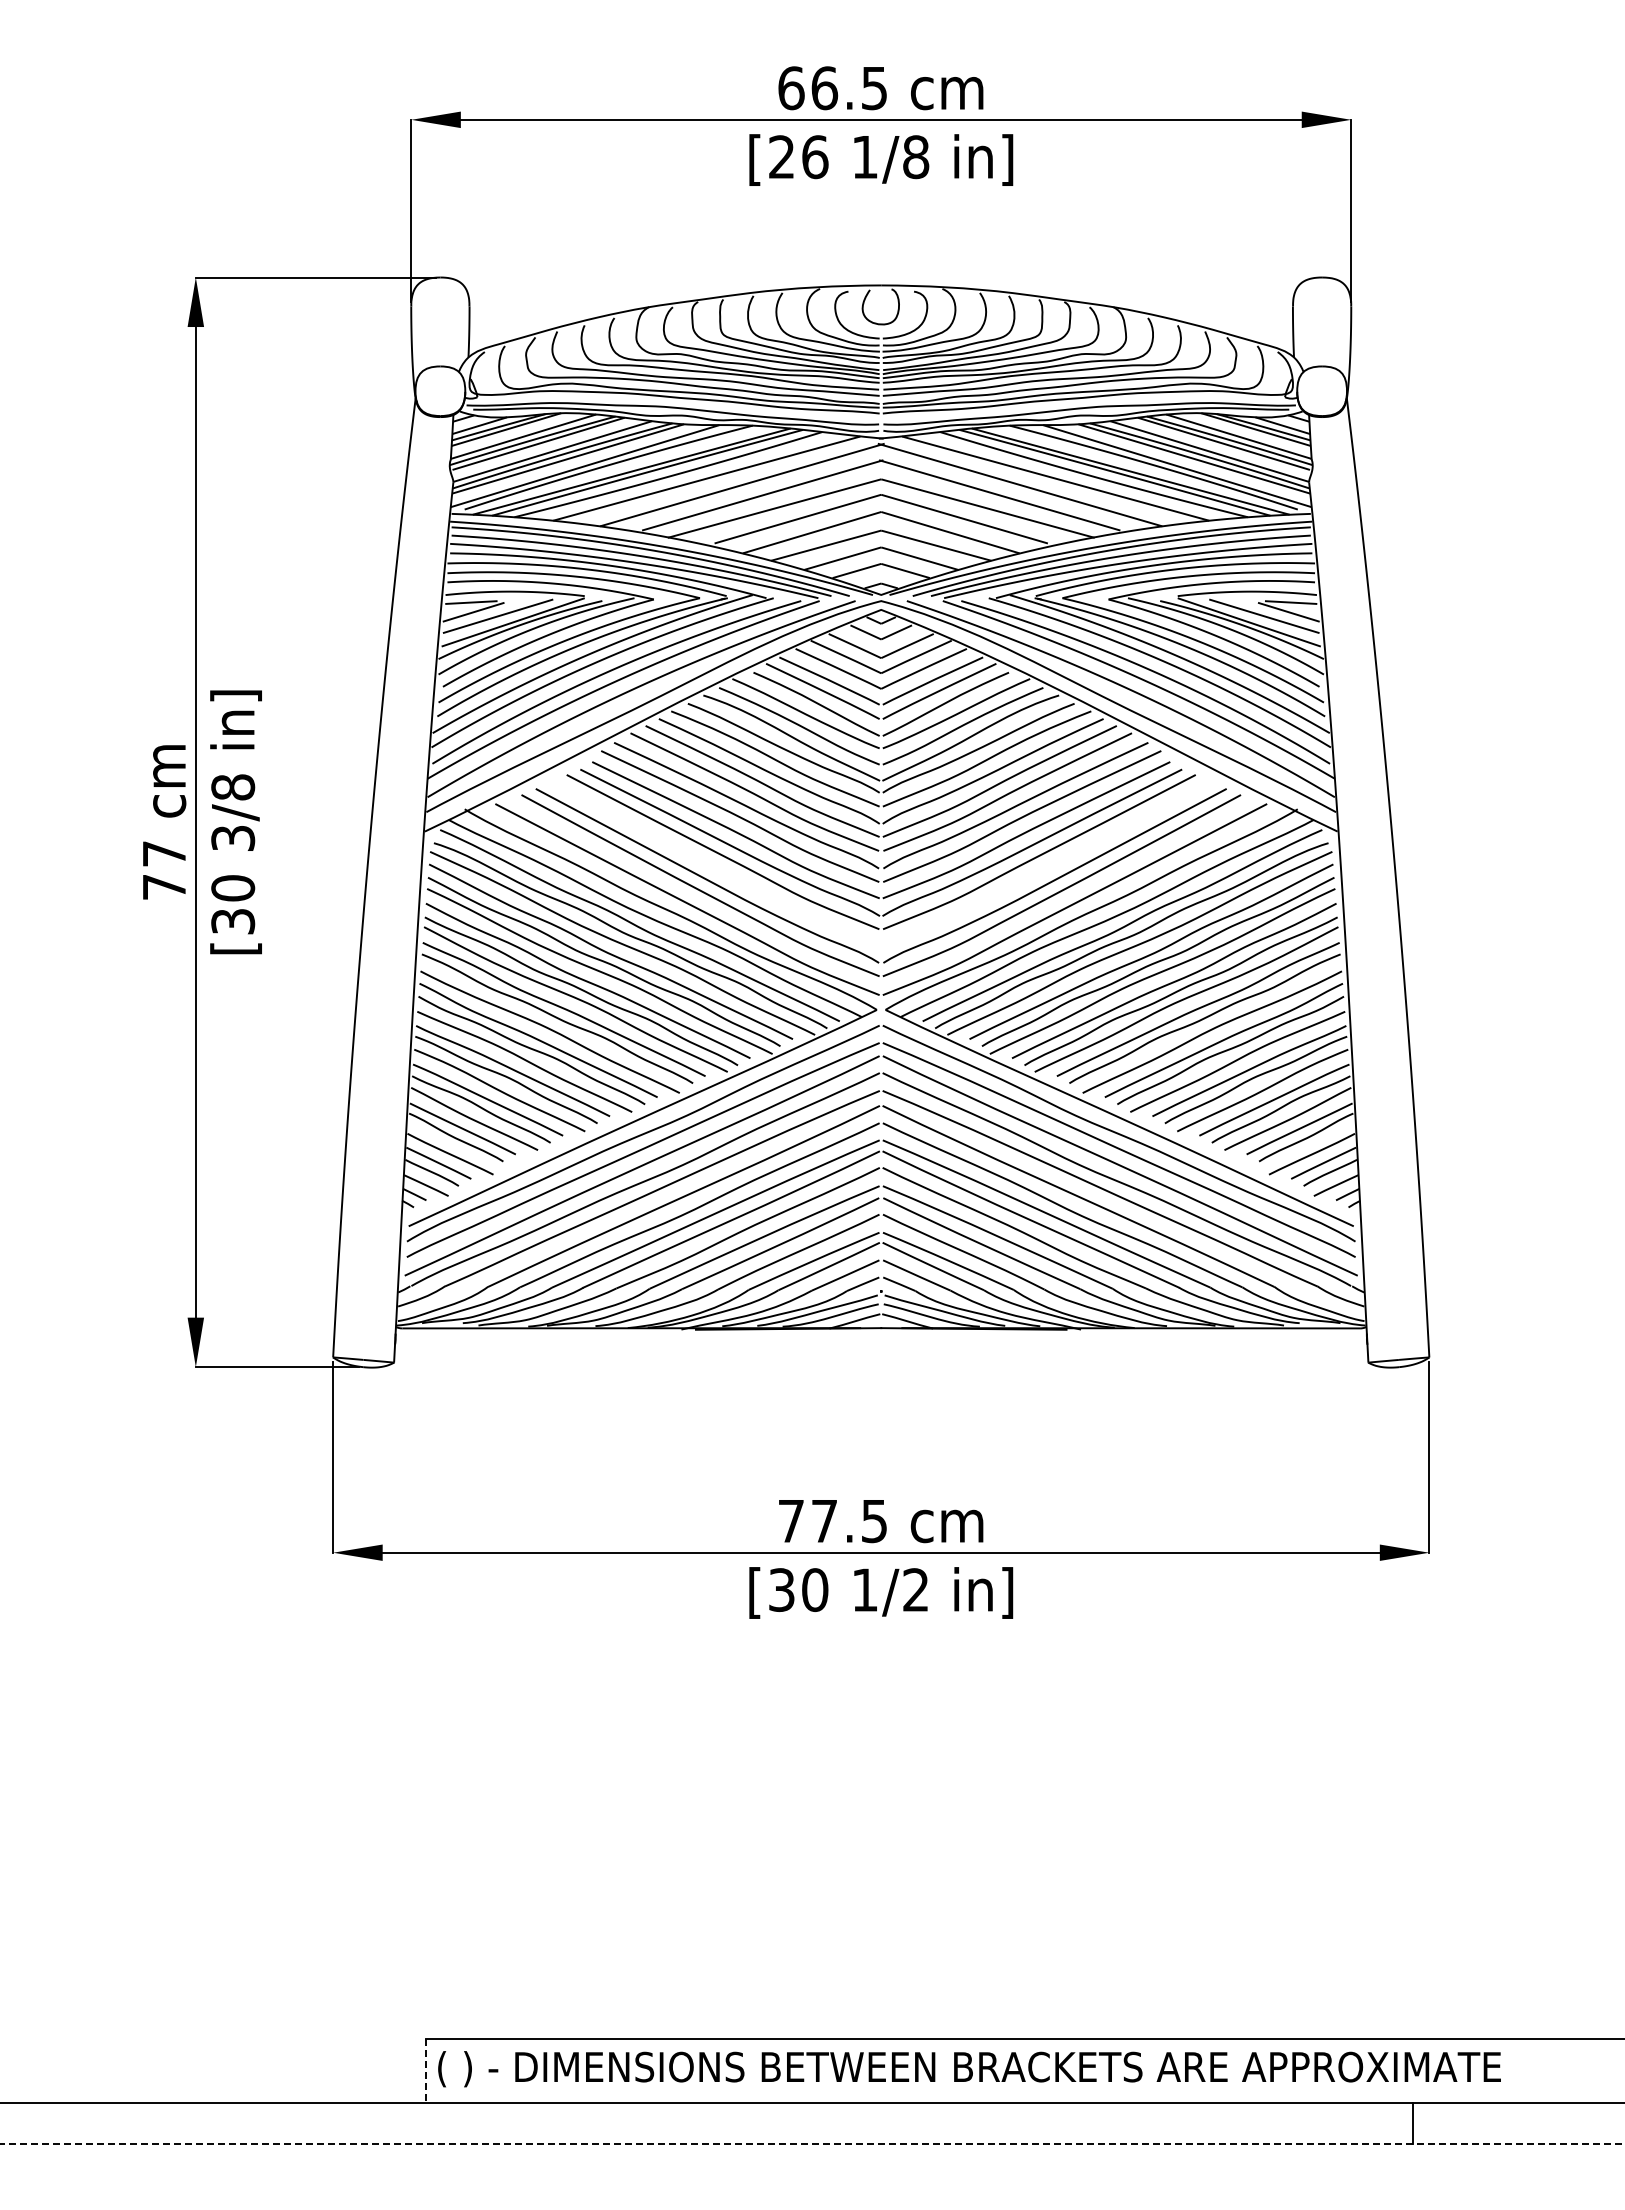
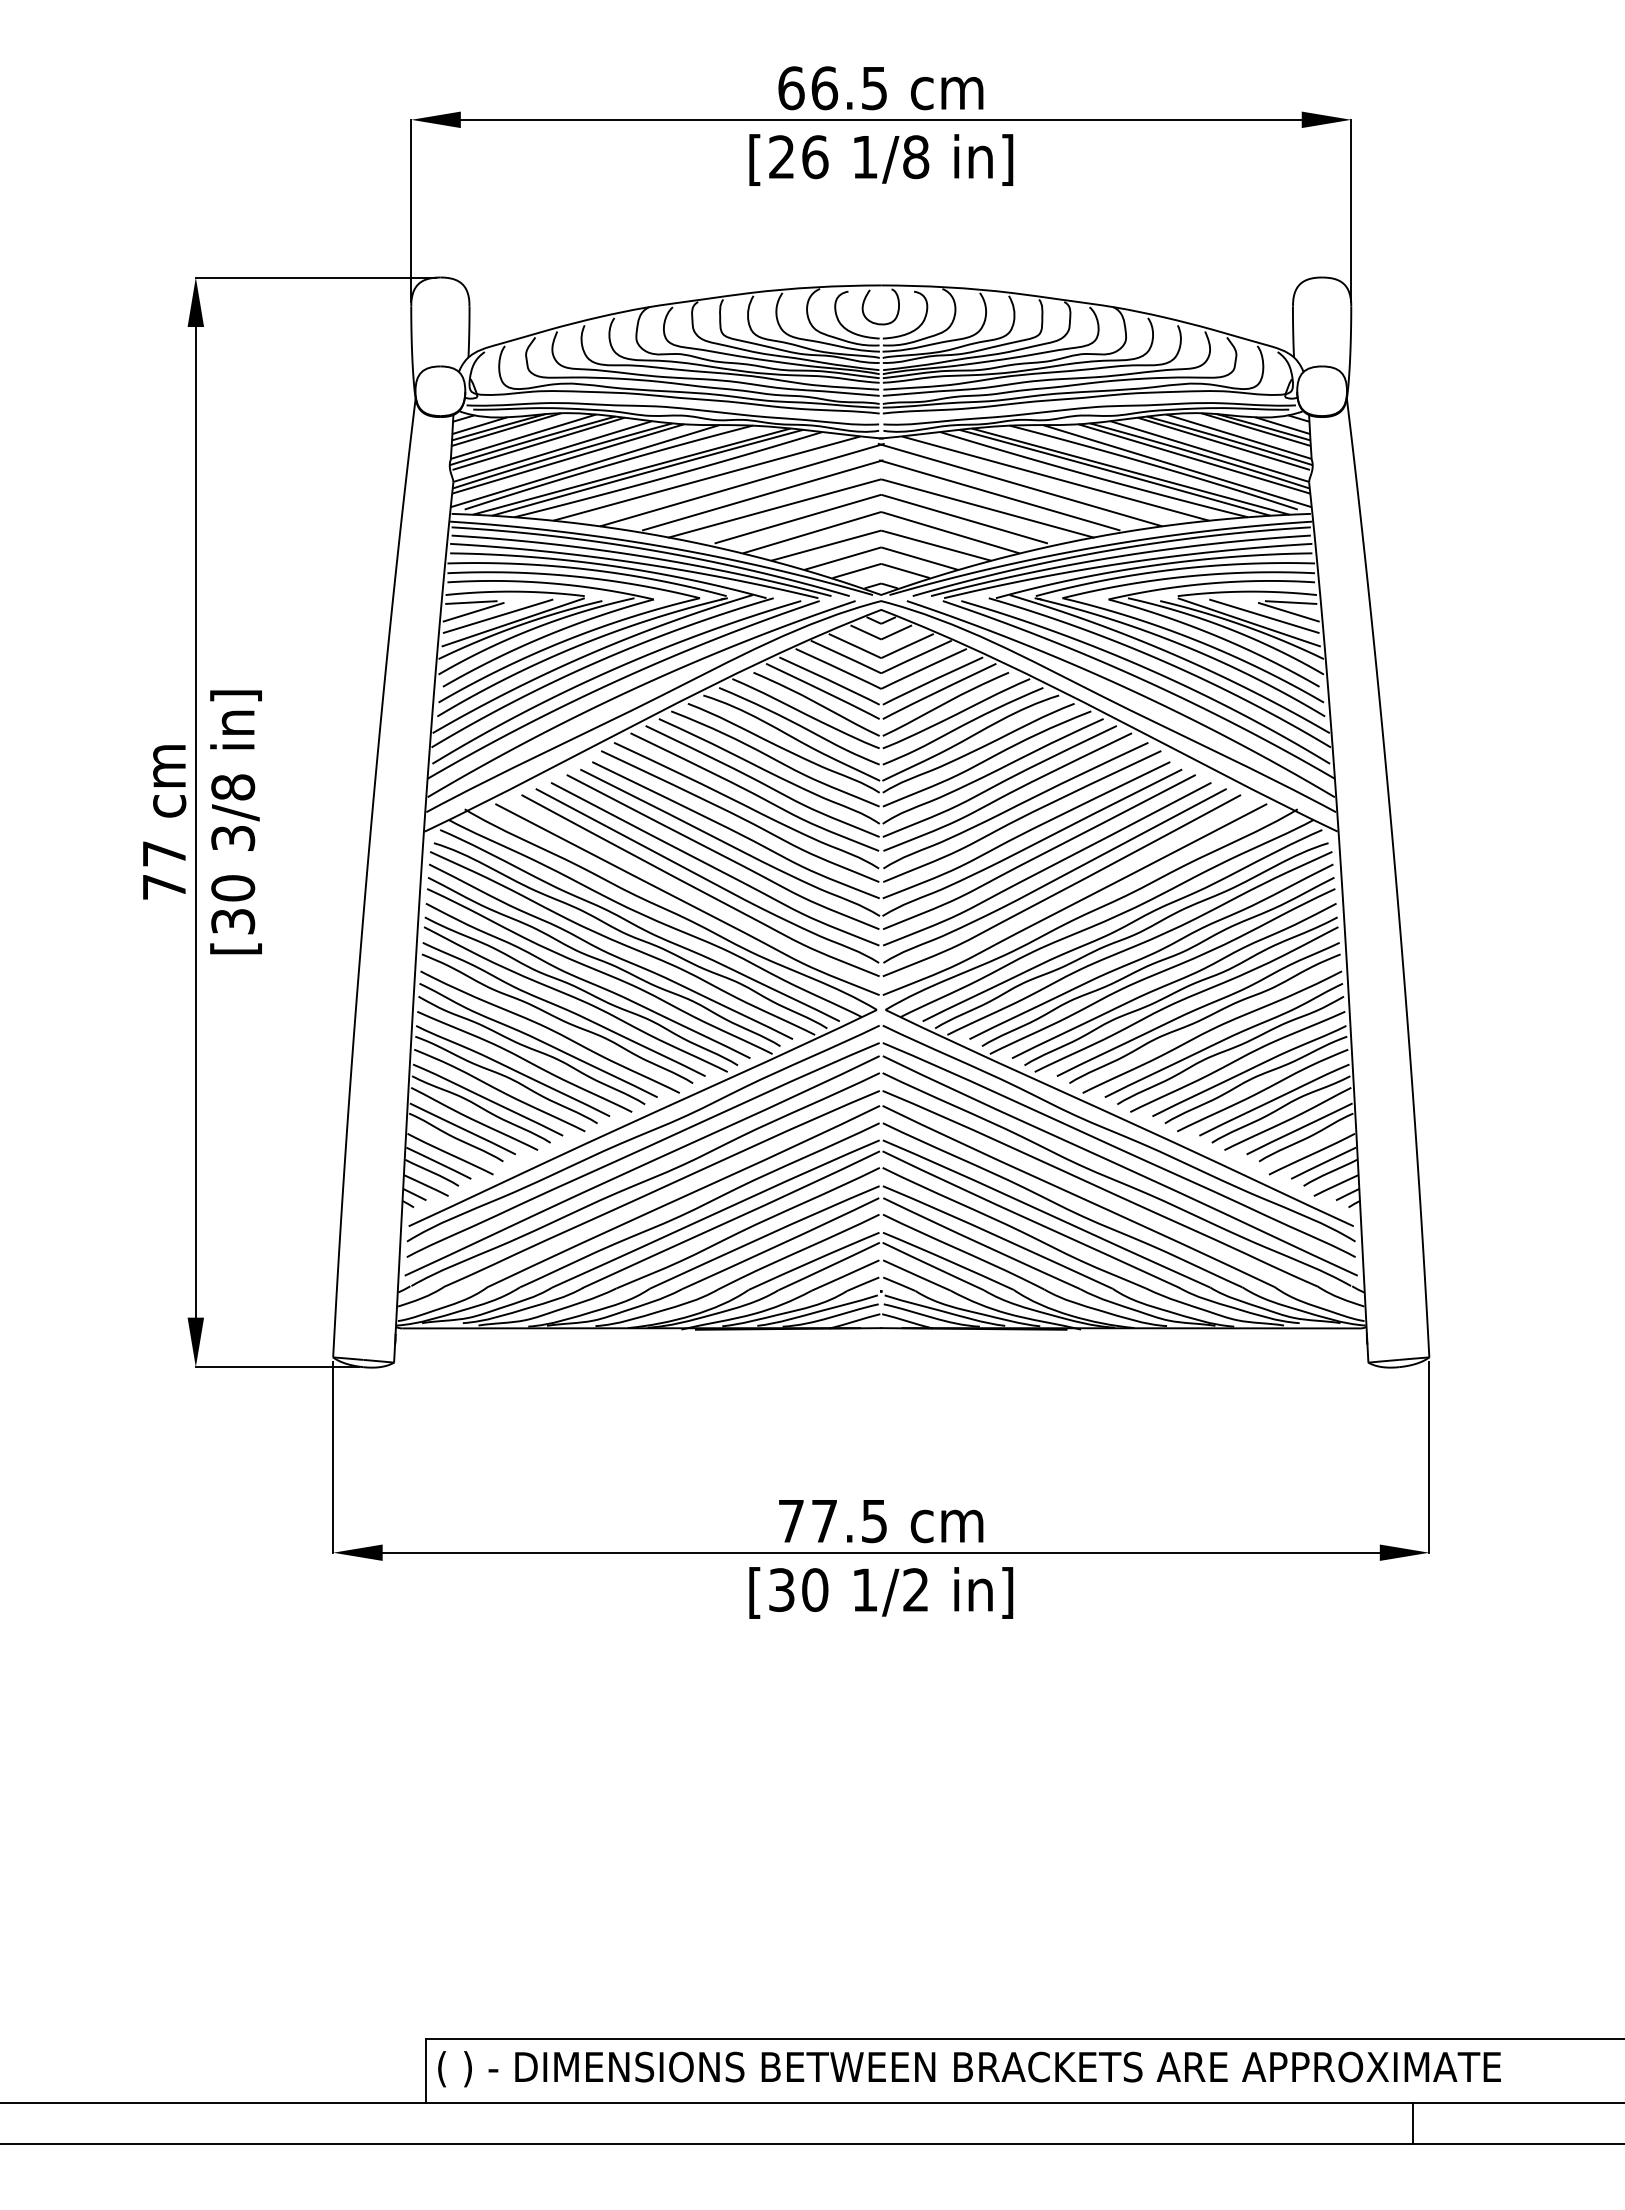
part at (854, 934): none -> present
line at (426, 2071): dashed -> solid
line at (812, 2143): dashed -> solid
